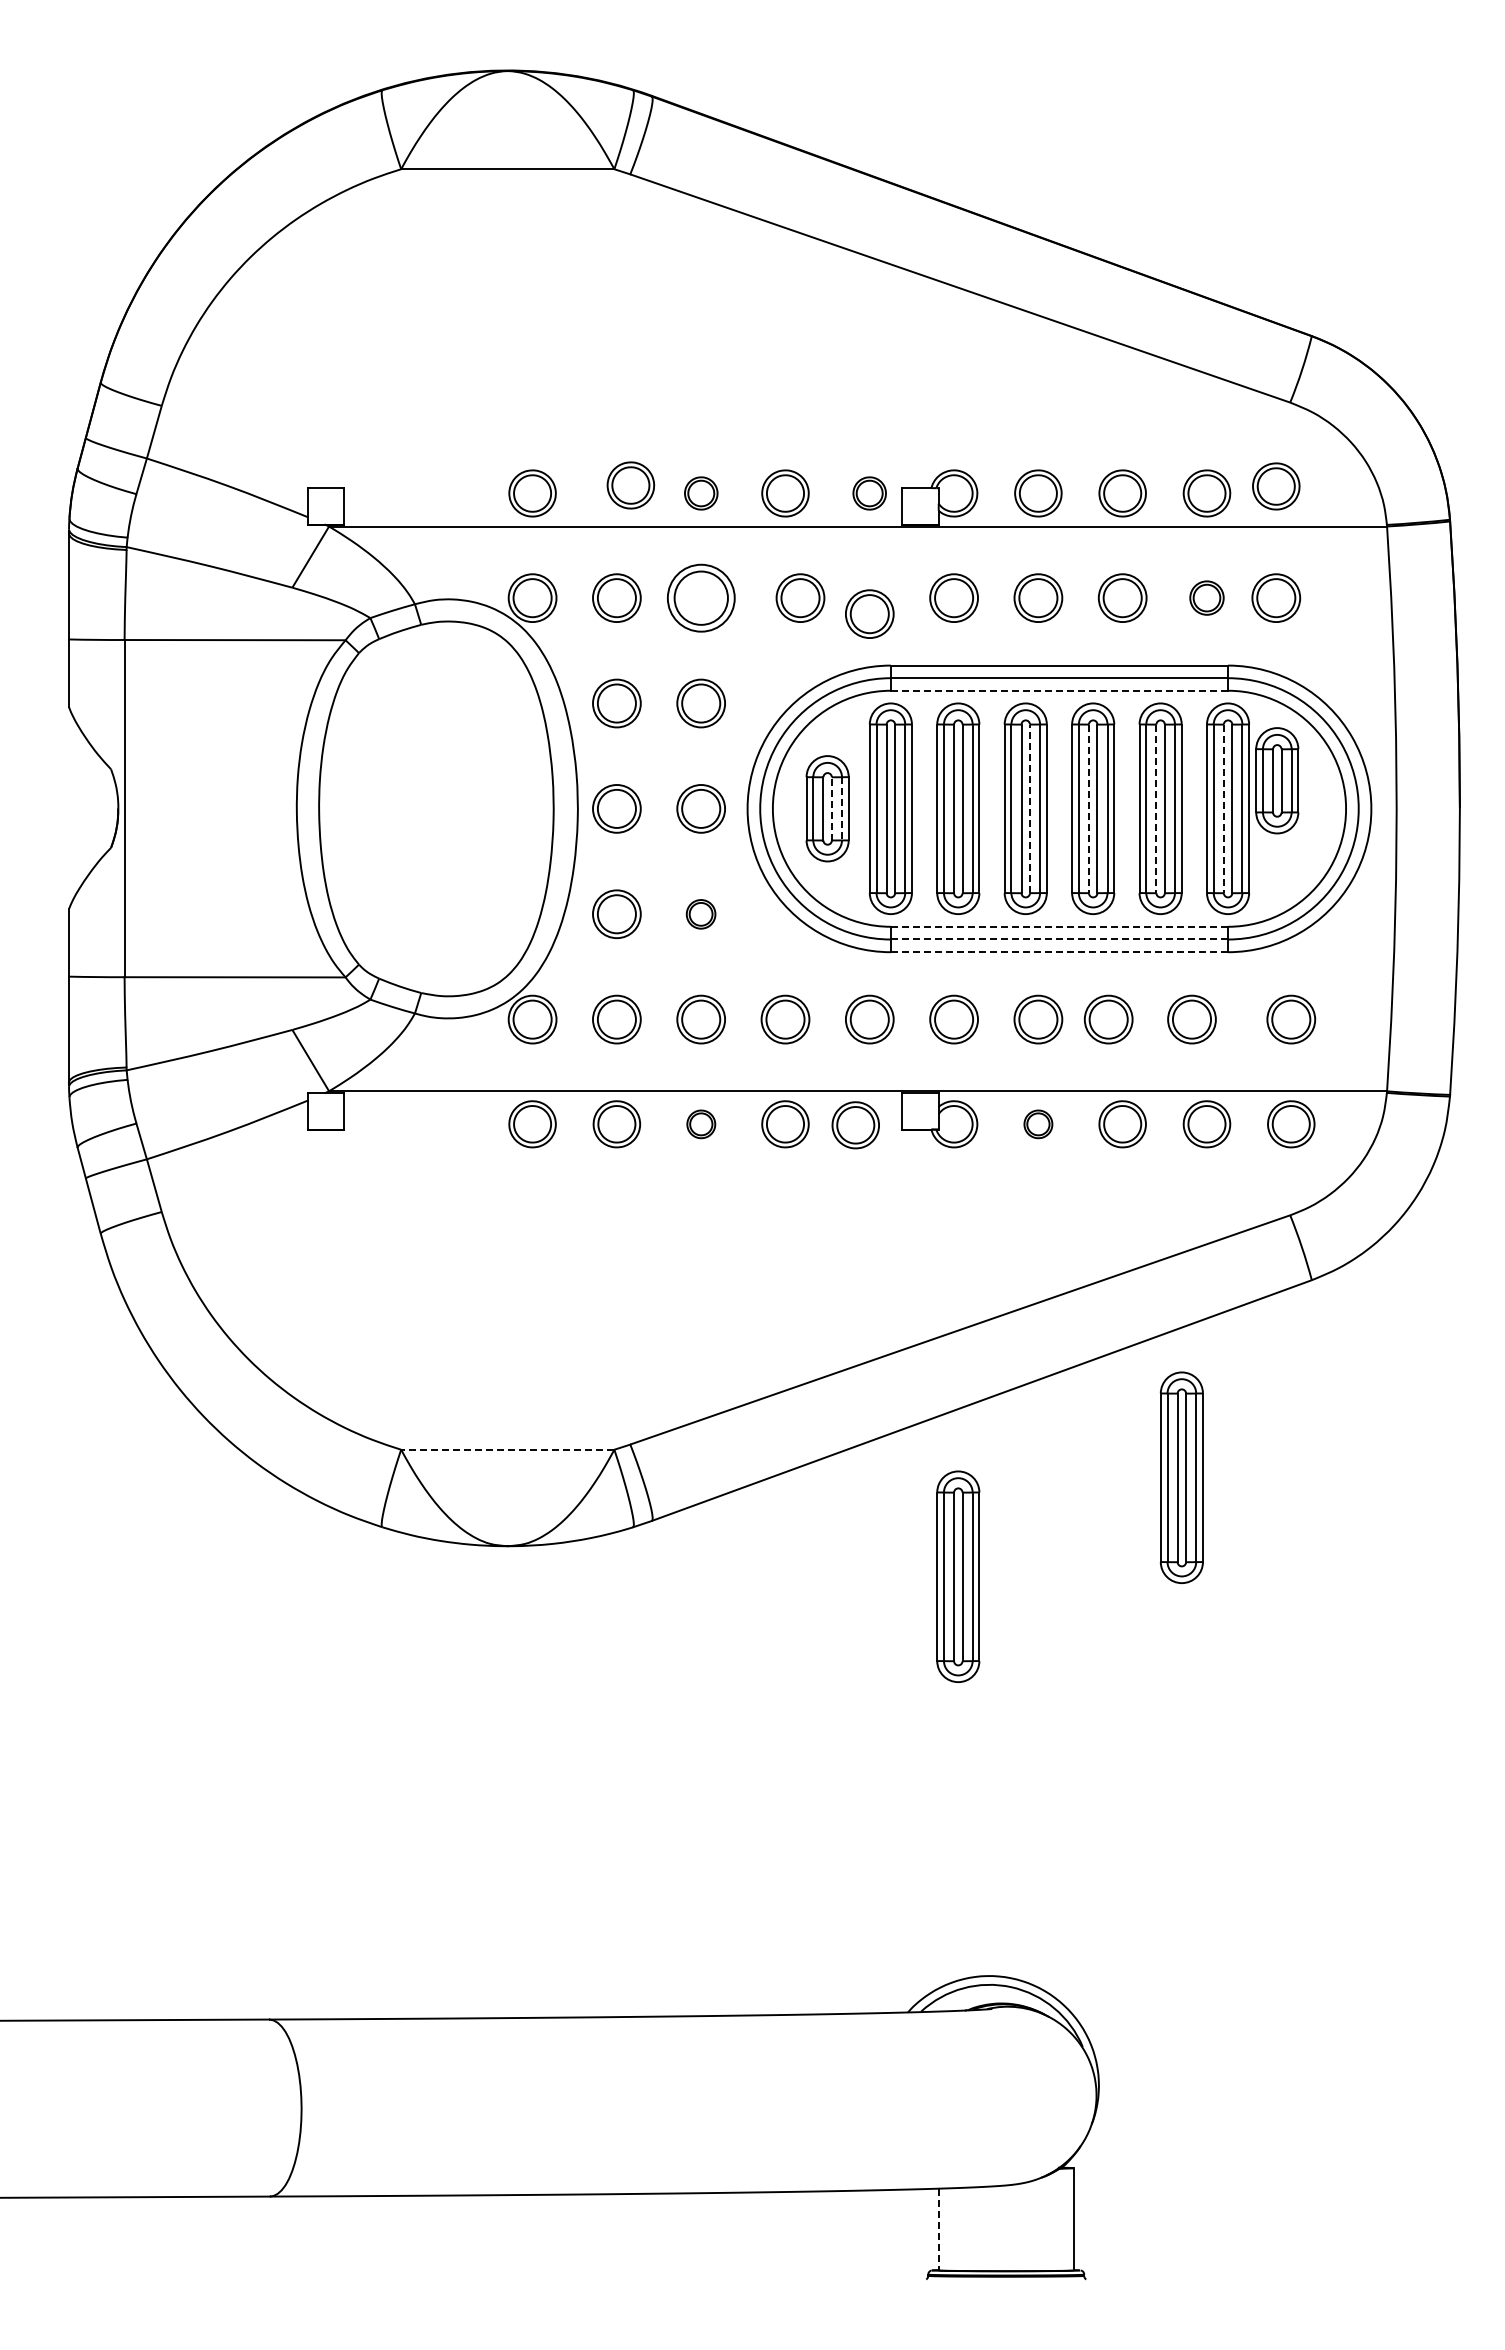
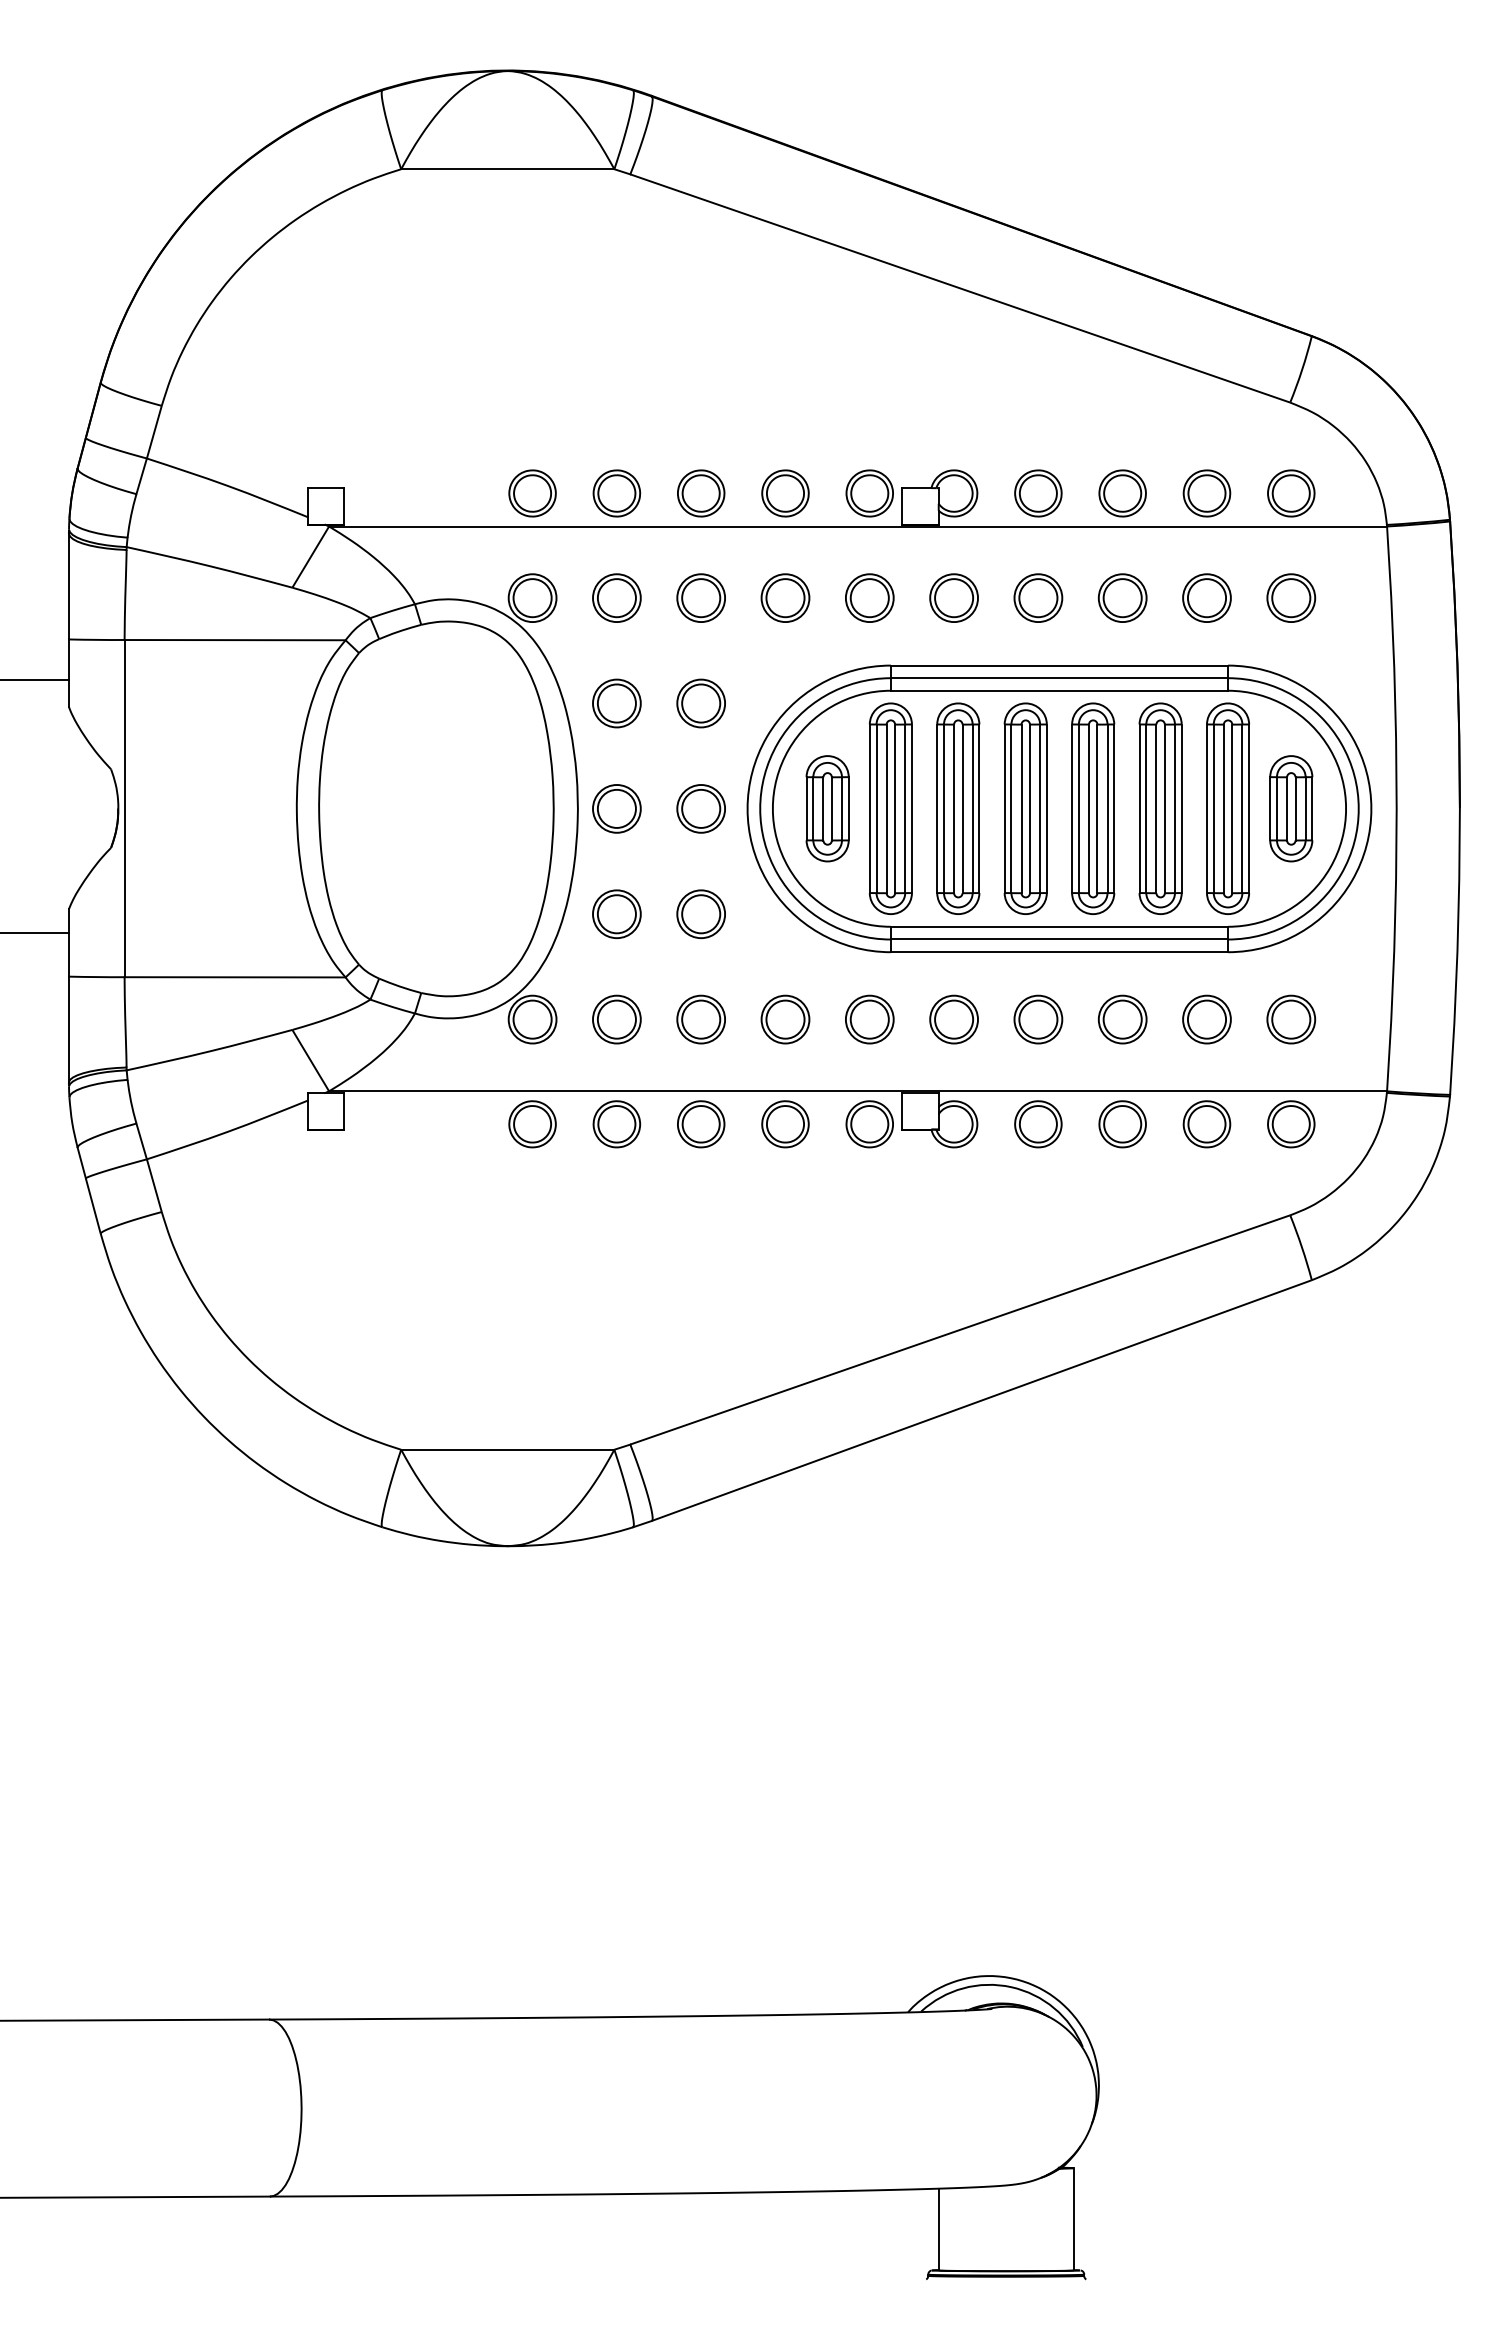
part at (630, 485) position: (630, 485) -> (616, 493)
part at (1276, 486) position: (1276, 486) -> (1291, 493)
part at (701, 493) size: 35x35 px -> 49x49 px
part at (869, 493) size: 35x35 px -> 49x49 px
part at (701, 597) size: 69x70 px -> 50x50 px
part at (800, 597) position: (800, 597) -> (785, 597)
part at (1206, 597) size: 36x36 px -> 50x50 px
part at (1276, 597) position: (1276, 597) -> (1291, 597)
part at (869, 613) position: (869, 613) -> (869, 597)
line at (35, 680): none -> present
line at (1059, 690): dashed -> solid
part at (1277, 780) position: (1277, 780) -> (1291, 808)
line at (831, 808): dashed -> solid
line at (841, 808): dashed -> solid
line at (1029, 808): dashed -> solid
line at (1088, 809): dashed -> solid
line at (1156, 809): dashed -> solid
line at (1223, 809): dashed -> solid
part at (700, 914) size: 32x31 px -> 50x51 px
line at (1059, 926): dashed -> solid
line at (35, 933): none -> present
line at (1059, 939): dashed -> solid
line at (1059, 952): dashed -> solid
part at (1108, 1019) position: (1108, 1019) -> (1122, 1019)
part at (1191, 1019) position: (1191, 1019) -> (1206, 1019)
part at (701, 1124) size: 31x31 px -> 49x49 px
part at (1038, 1124) size: 31x31 px -> 49x49 px
part at (855, 1125) position: (855, 1125) -> (869, 1124)
line at (507, 1449): dashed -> solid
part at (1181, 1477): present -> none
part at (958, 1576): present -> none
line at (938, 2229): dashed -> solid
